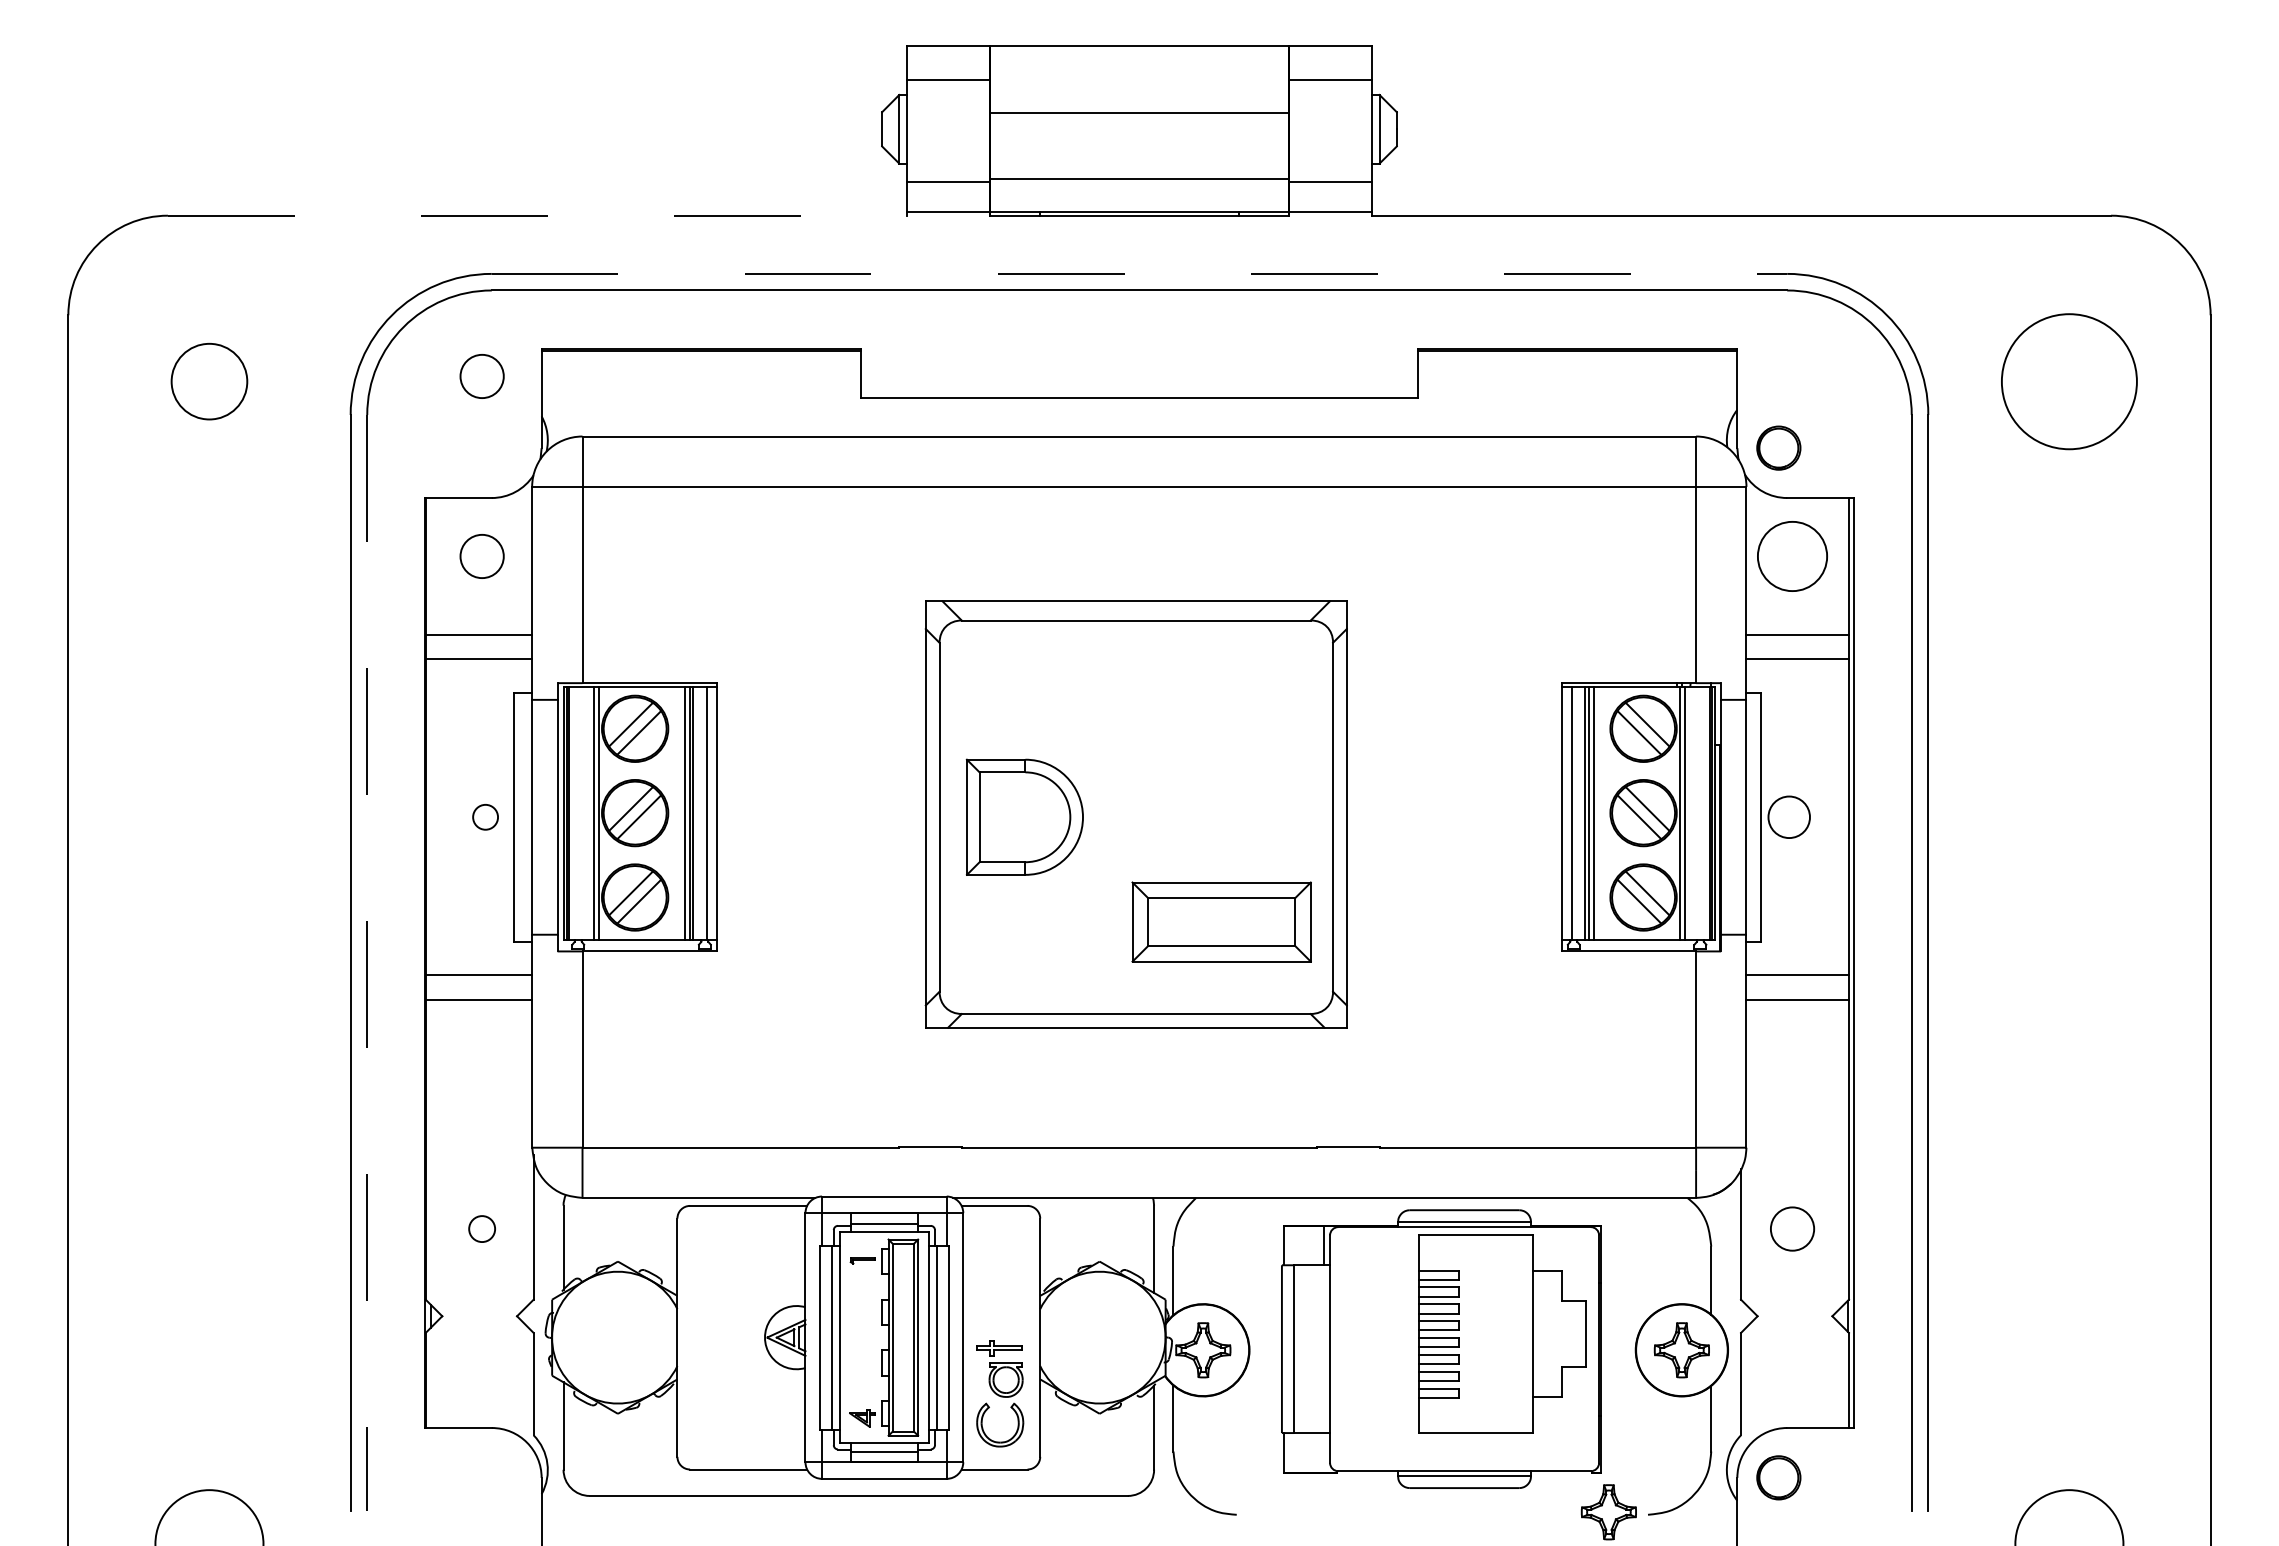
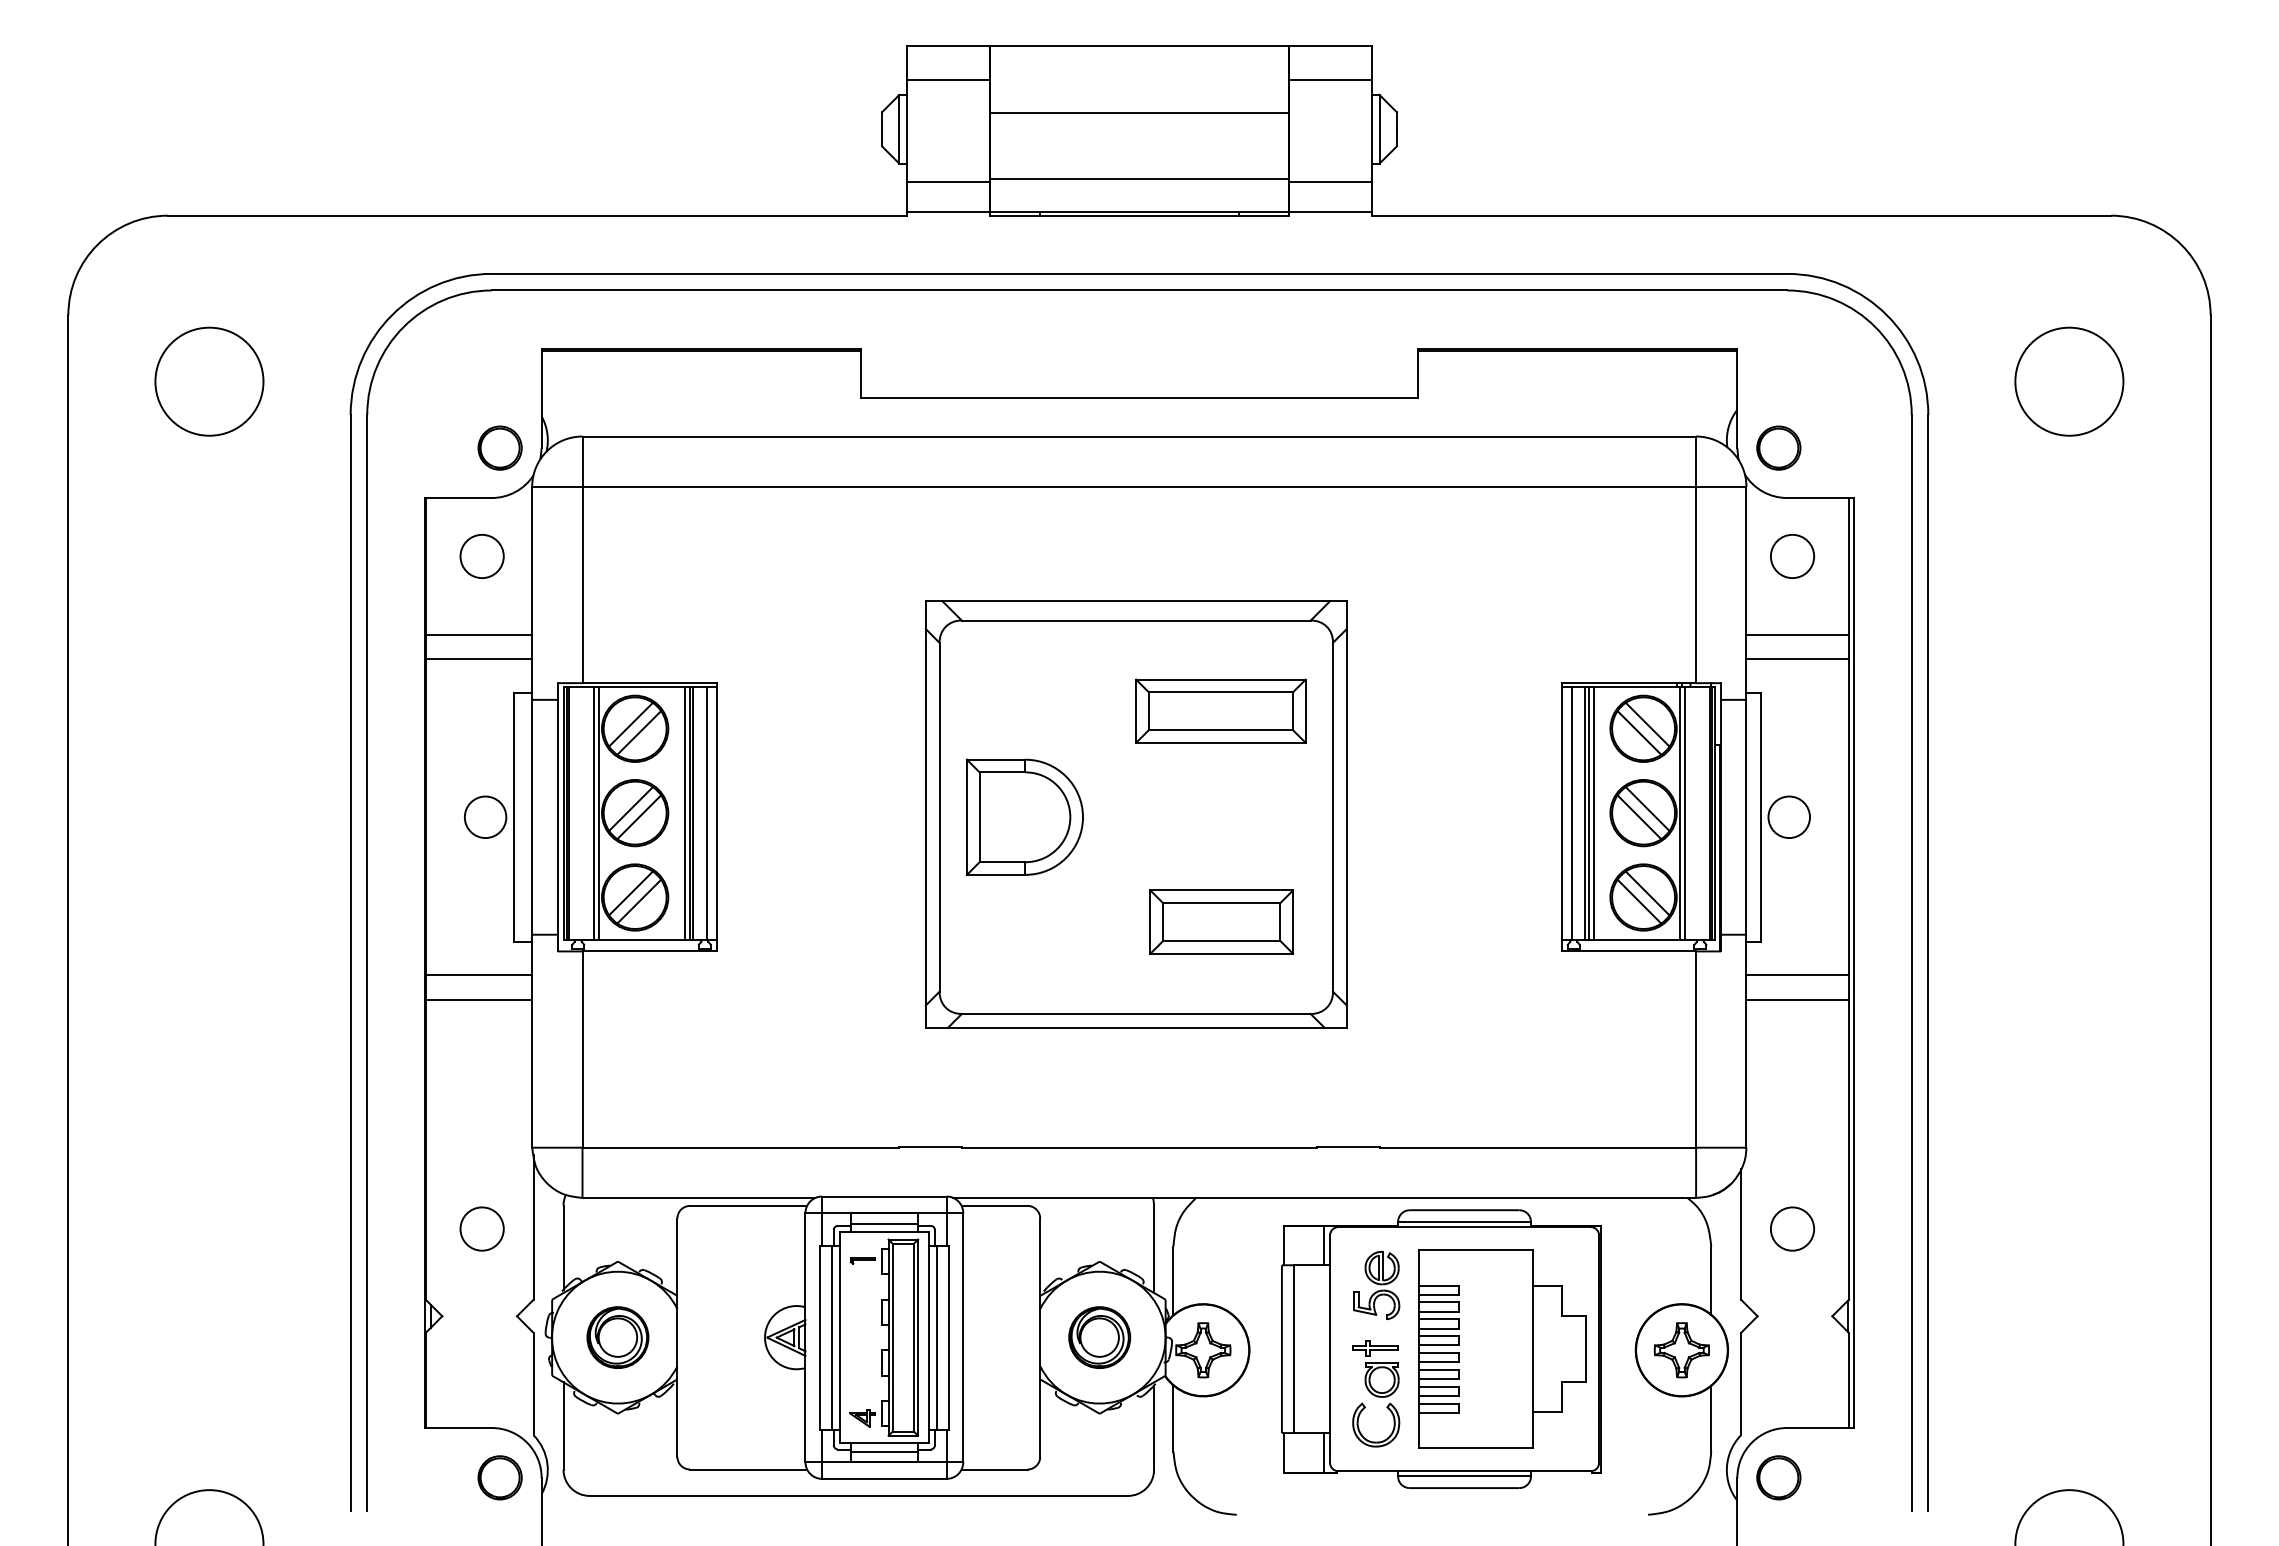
line at (537, 215): dashed -> solid
line at (1139, 273): dashed -> solid
circle at (481, 376): present -> none
circle at (209, 381) size: 79x79 px -> 111x111 px
circle at (2068, 381) diameter: 135 px -> 108 px
part at (499, 447): none -> present
circle at (1792, 556) diameter: 69 px -> 43 px
part at (1220, 710): none -> present
circle at (485, 816) diameter: 25 px -> 42 px
part at (1221, 921) size: 181x82 px -> 146x66 px
line at (367, 963): dashed -> solid
circle at (482, 1229) diameter: 26 px -> 43 px
part at (1376, 1285): none -> present
part at (1502, 1333) position: (1502, 1333) -> (1502, 1348)
part at (617, 1337): none -> present
part at (1099, 1337): none -> present
part at (1000, 1393) position: (1000, 1393) -> (1376, 1393)
line at (1323, 1452): none -> present
part at (499, 1477): none -> present
part at (1608, 1512): present -> none
